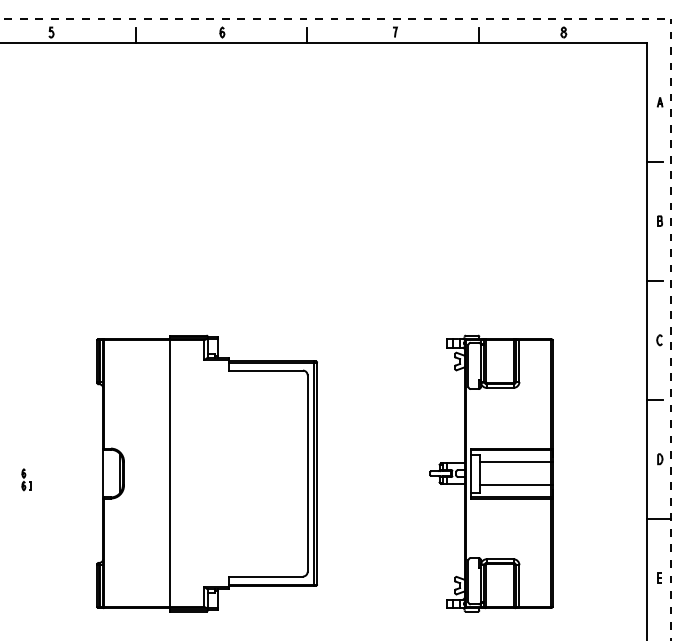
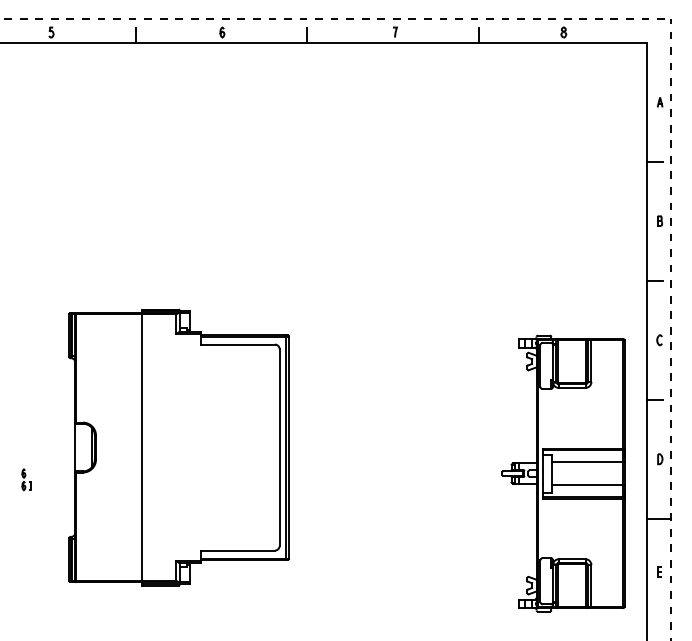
part at (206, 473) position: (206, 473) -> (178, 447)
part at (491, 473) position: (491, 473) -> (563, 473)
part at (659, 577) position: (659, 577) -> (659, 571)
